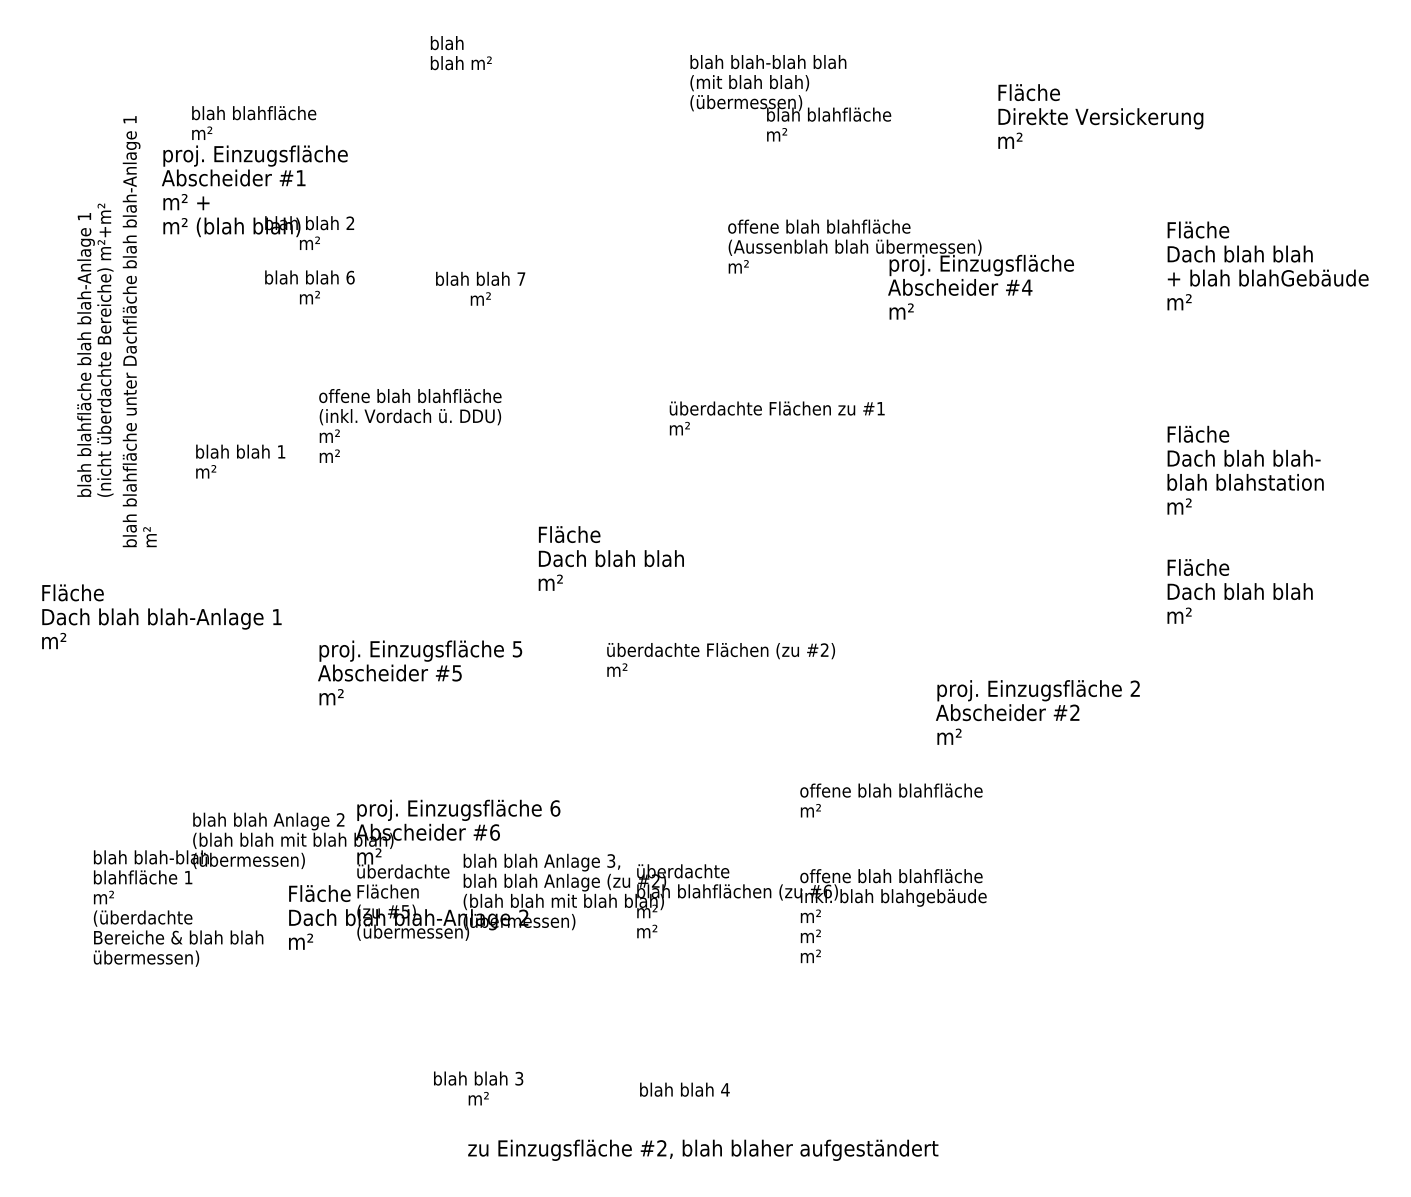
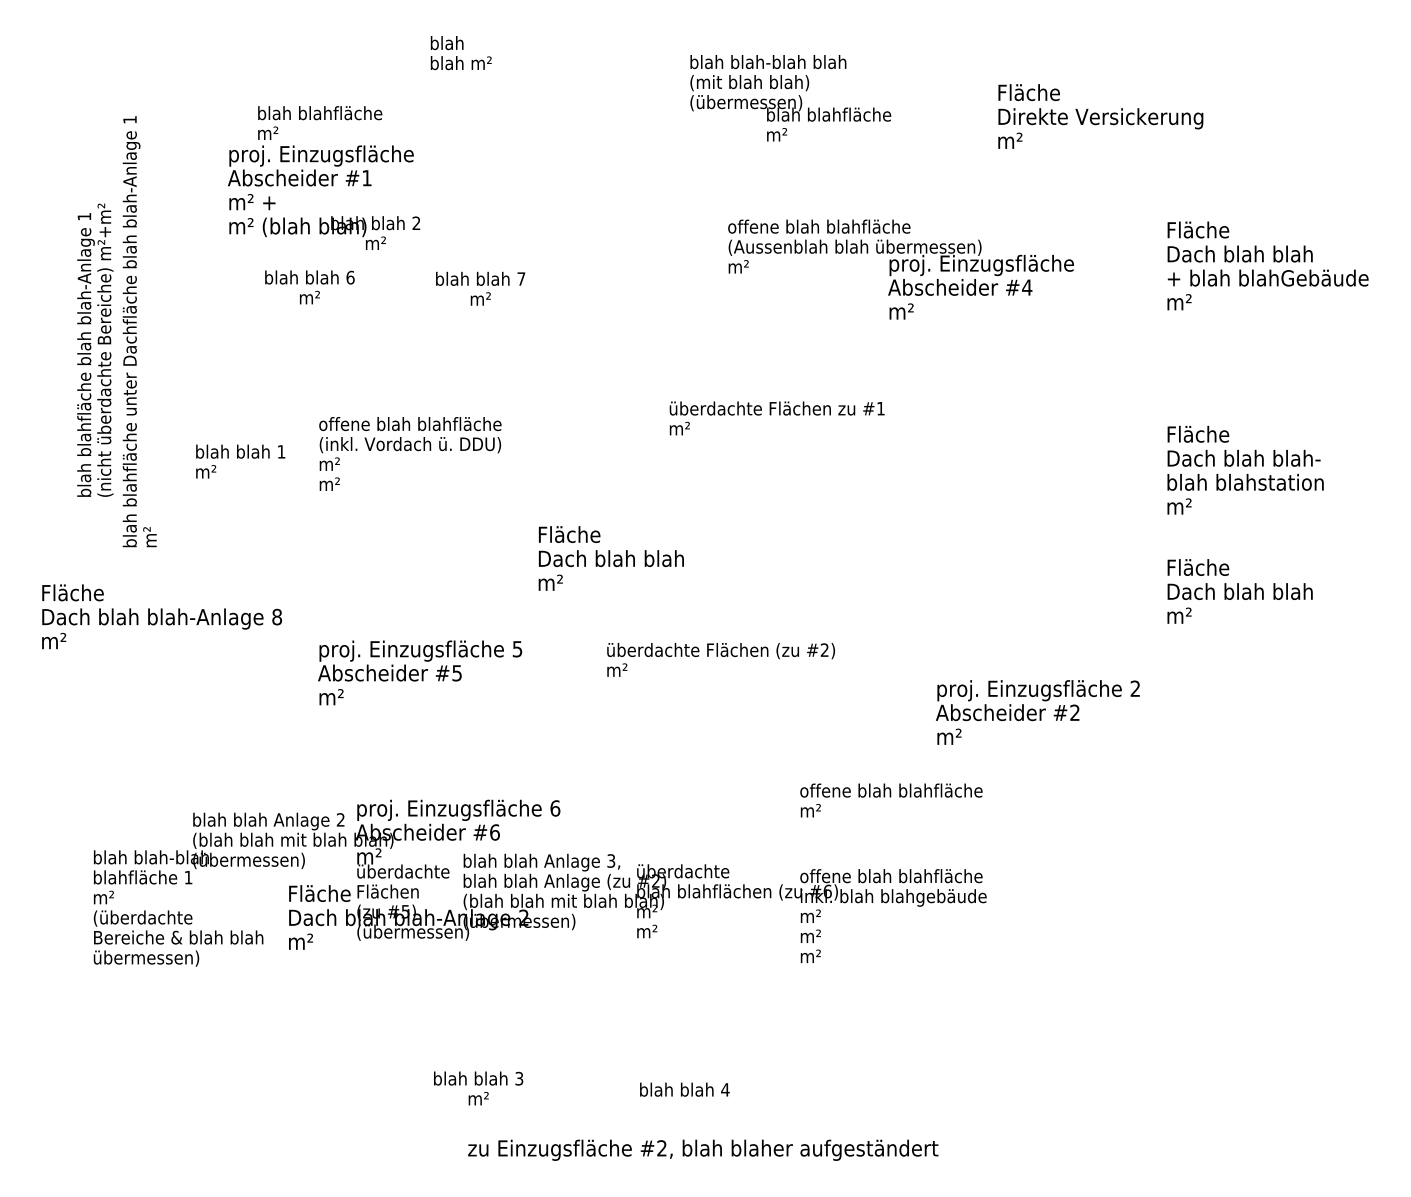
text at (258, 177) position: (258, 177) -> (324, 177)
text at (410, 425) position: (410, 425) -> (410, 453)
text at (277, 616): 1 -> 8
